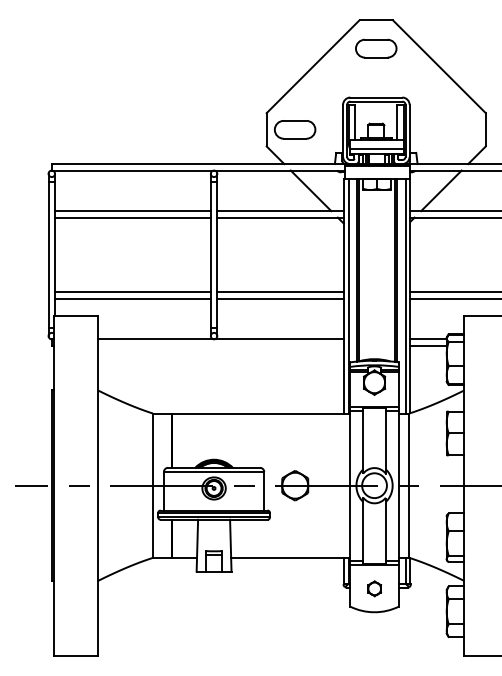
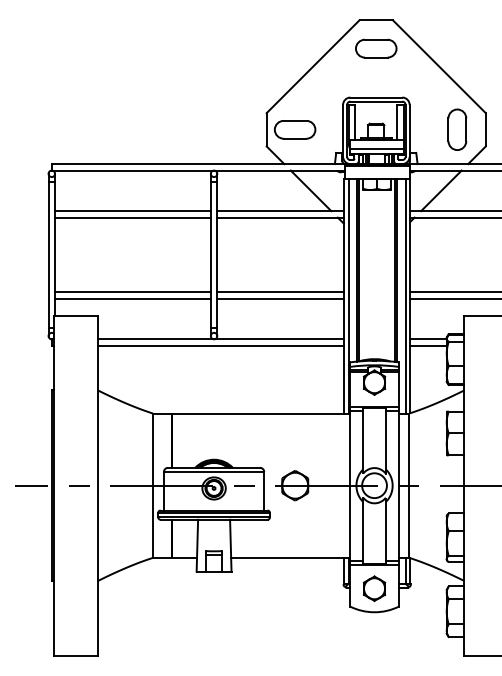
part at (457, 129): none -> present
line at (220, 345): none -> present
part at (374, 588) size: 16x18 px -> 24x28 px
